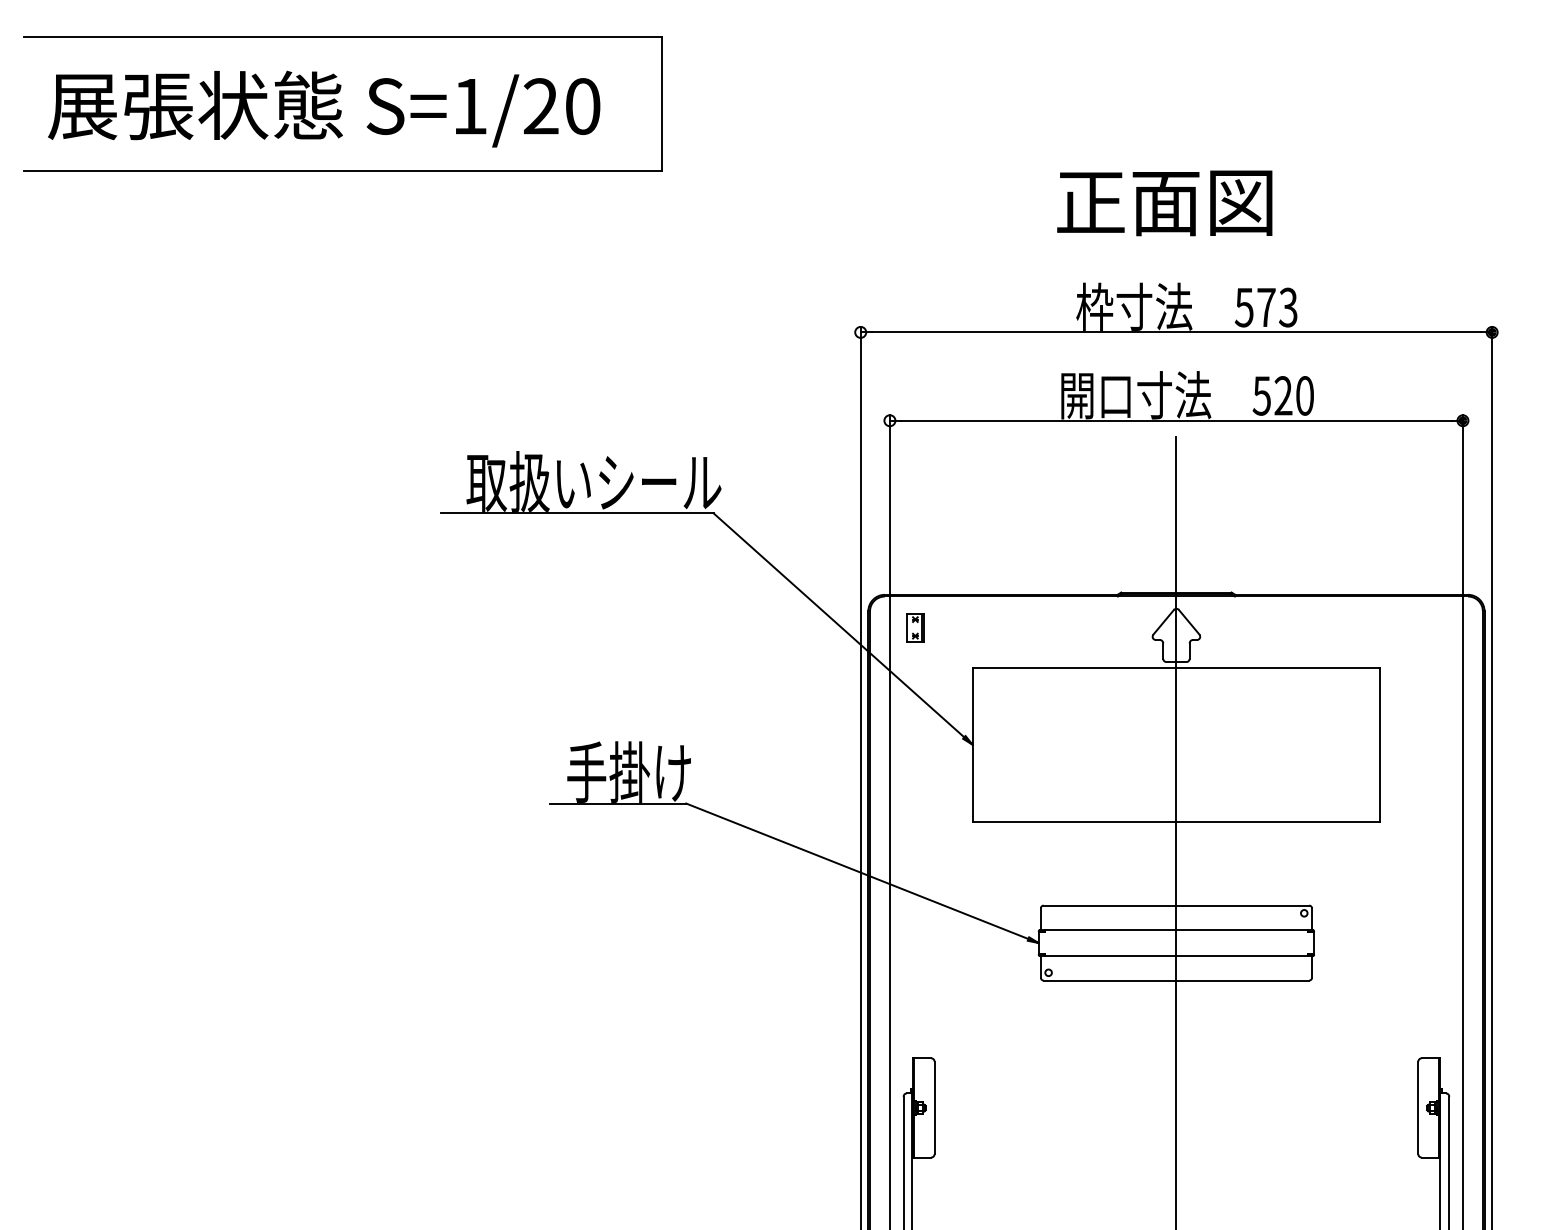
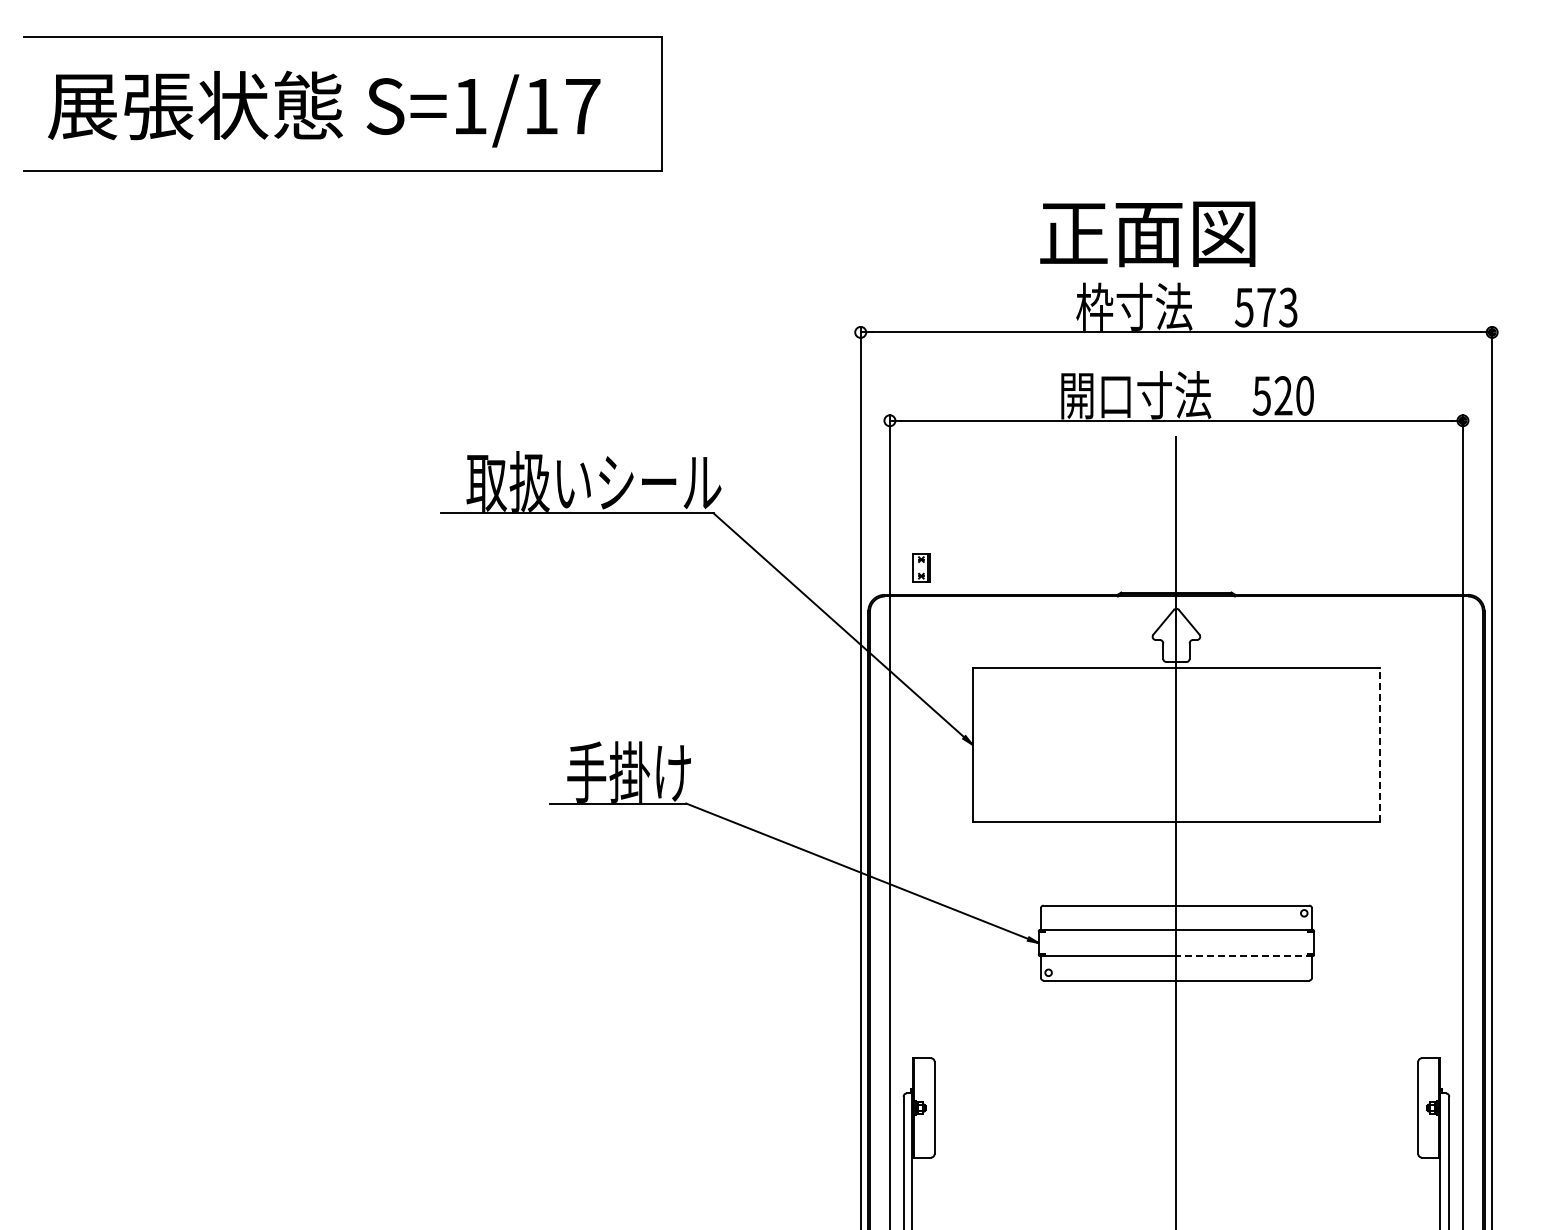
text at (561, 106): S=1/20 -> S=1/17
text at (1164, 203) position: (1164, 203) -> (1147, 234)
part at (915, 627) position: (915, 627) -> (921, 567)
line at (1380, 744): solid -> dashed
line at (1244, 956): solid -> dashed
